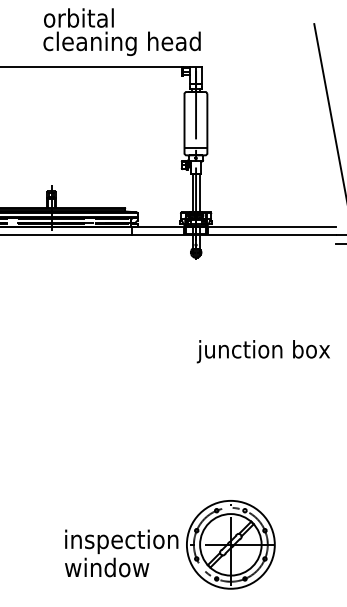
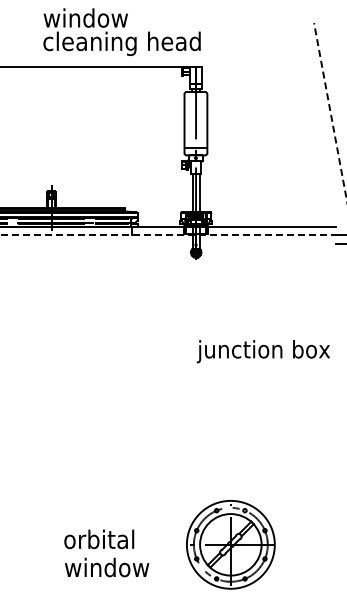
text at (85, 17): orbital -> window
line at (330, 111): solid -> dashed
line at (168, 235): solid -> dashed
text at (121, 541): inspection -> orbital
